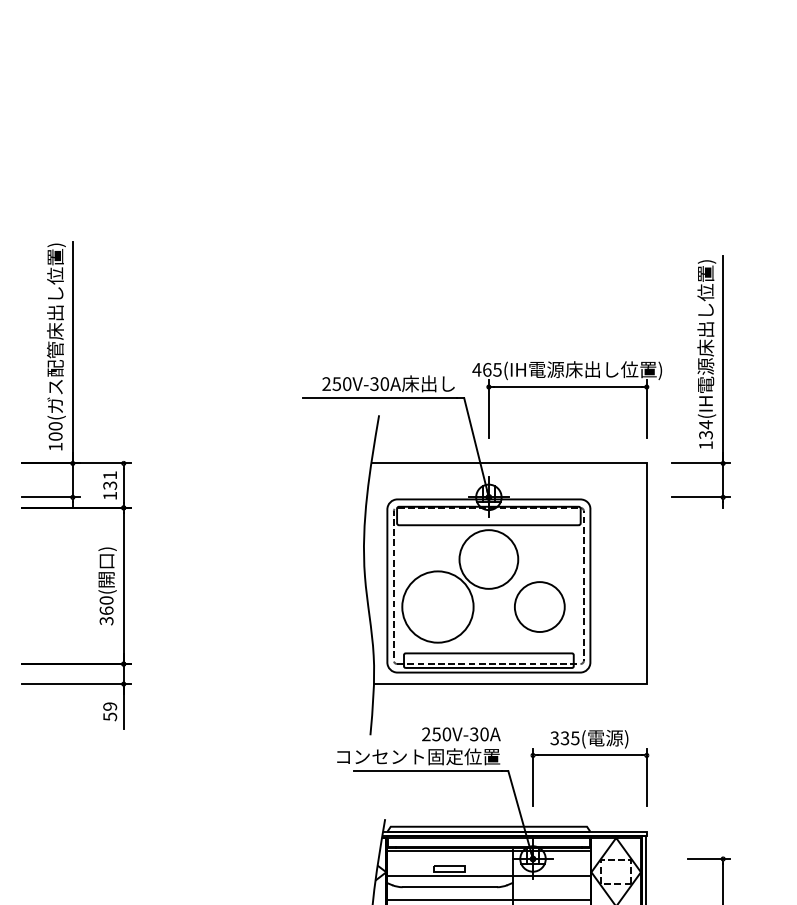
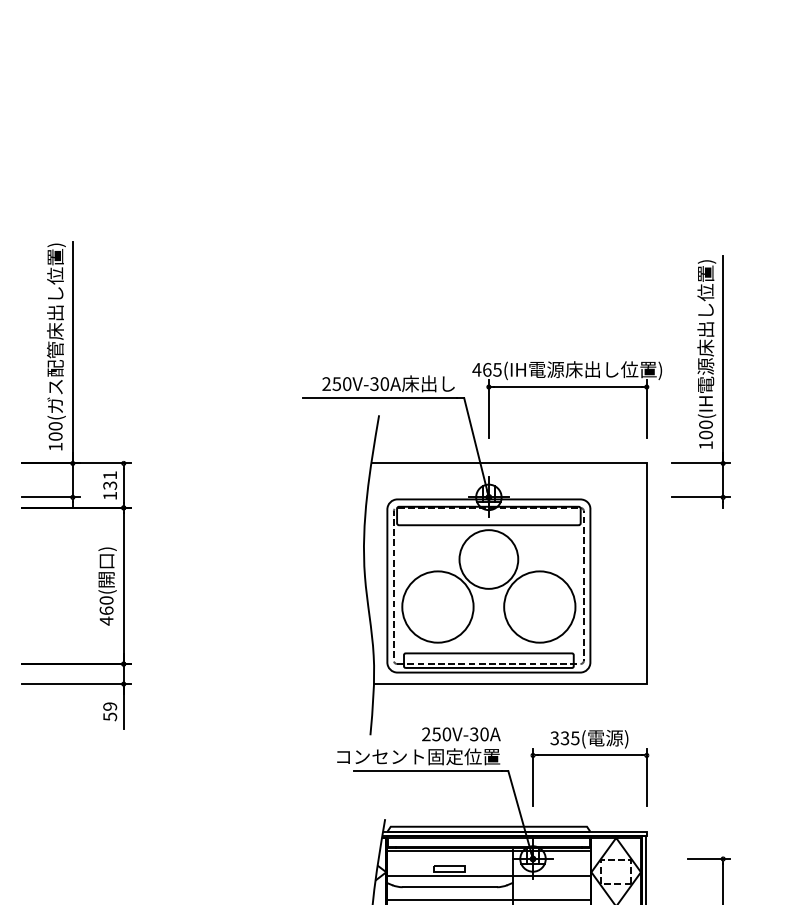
text at (705, 429): 134 -> 100
circle at (539, 607) diameter: 50 px -> 71 px
text at (106, 620): 360( -> 460(
